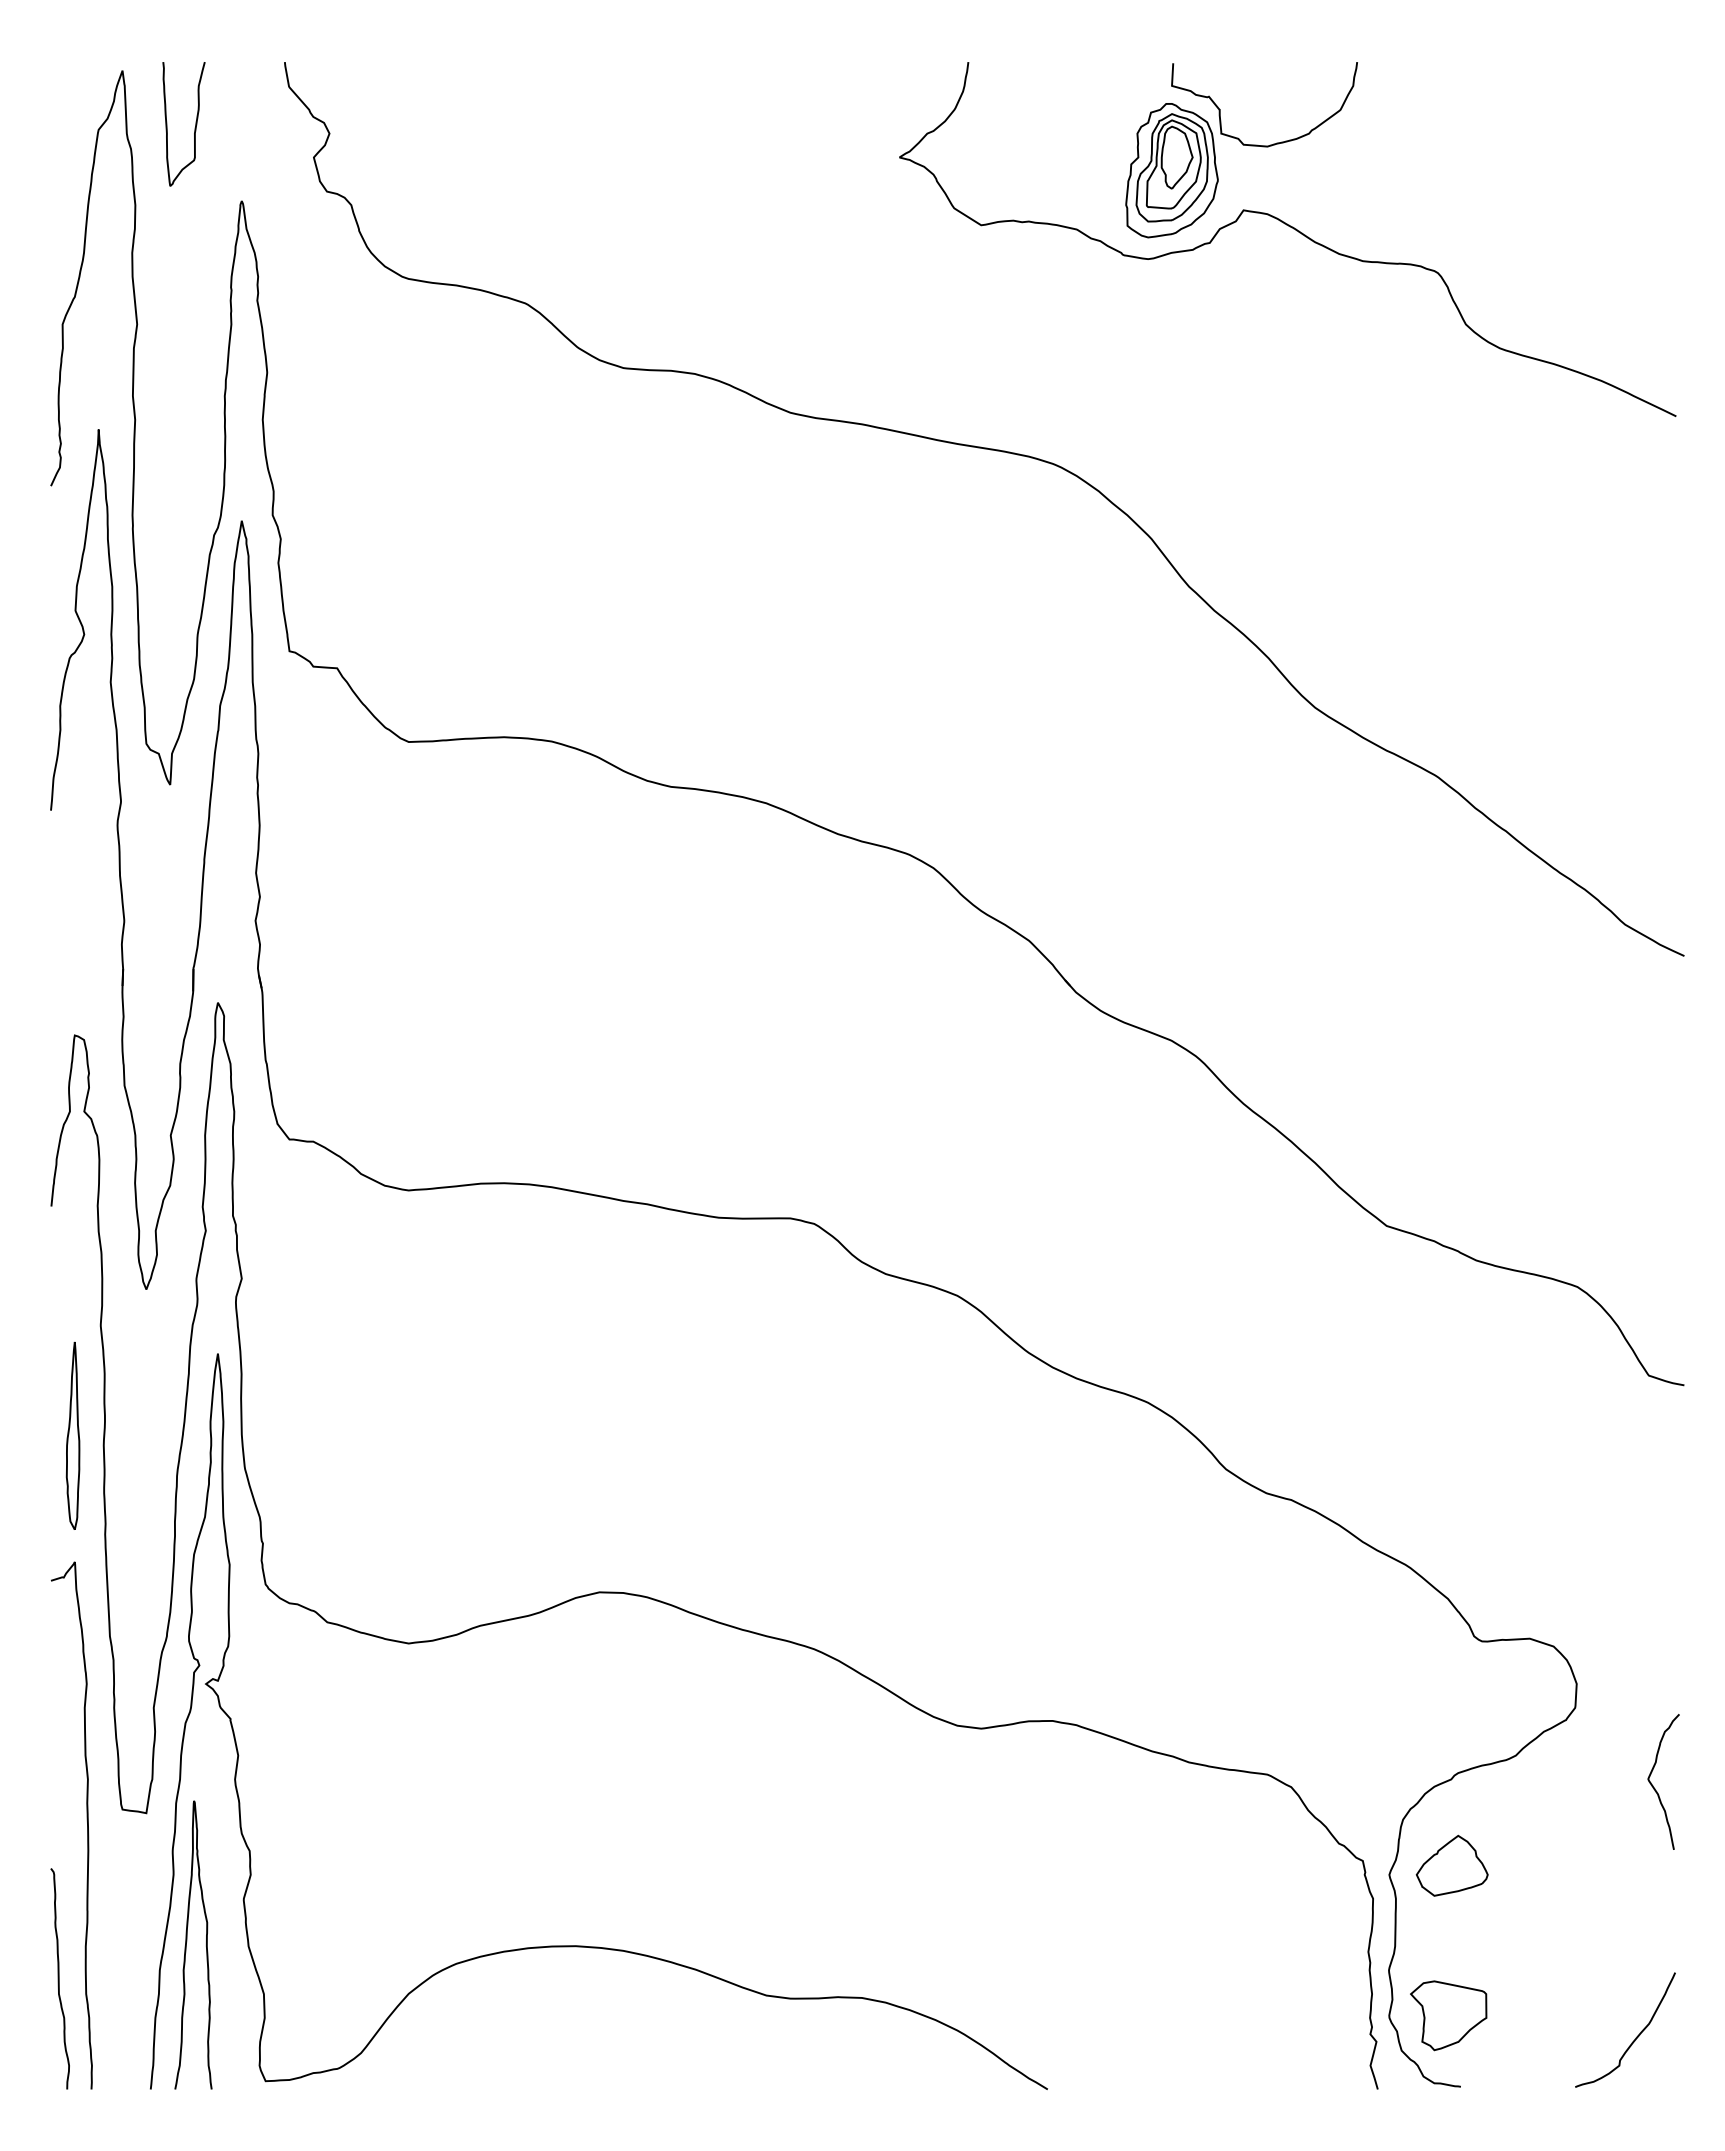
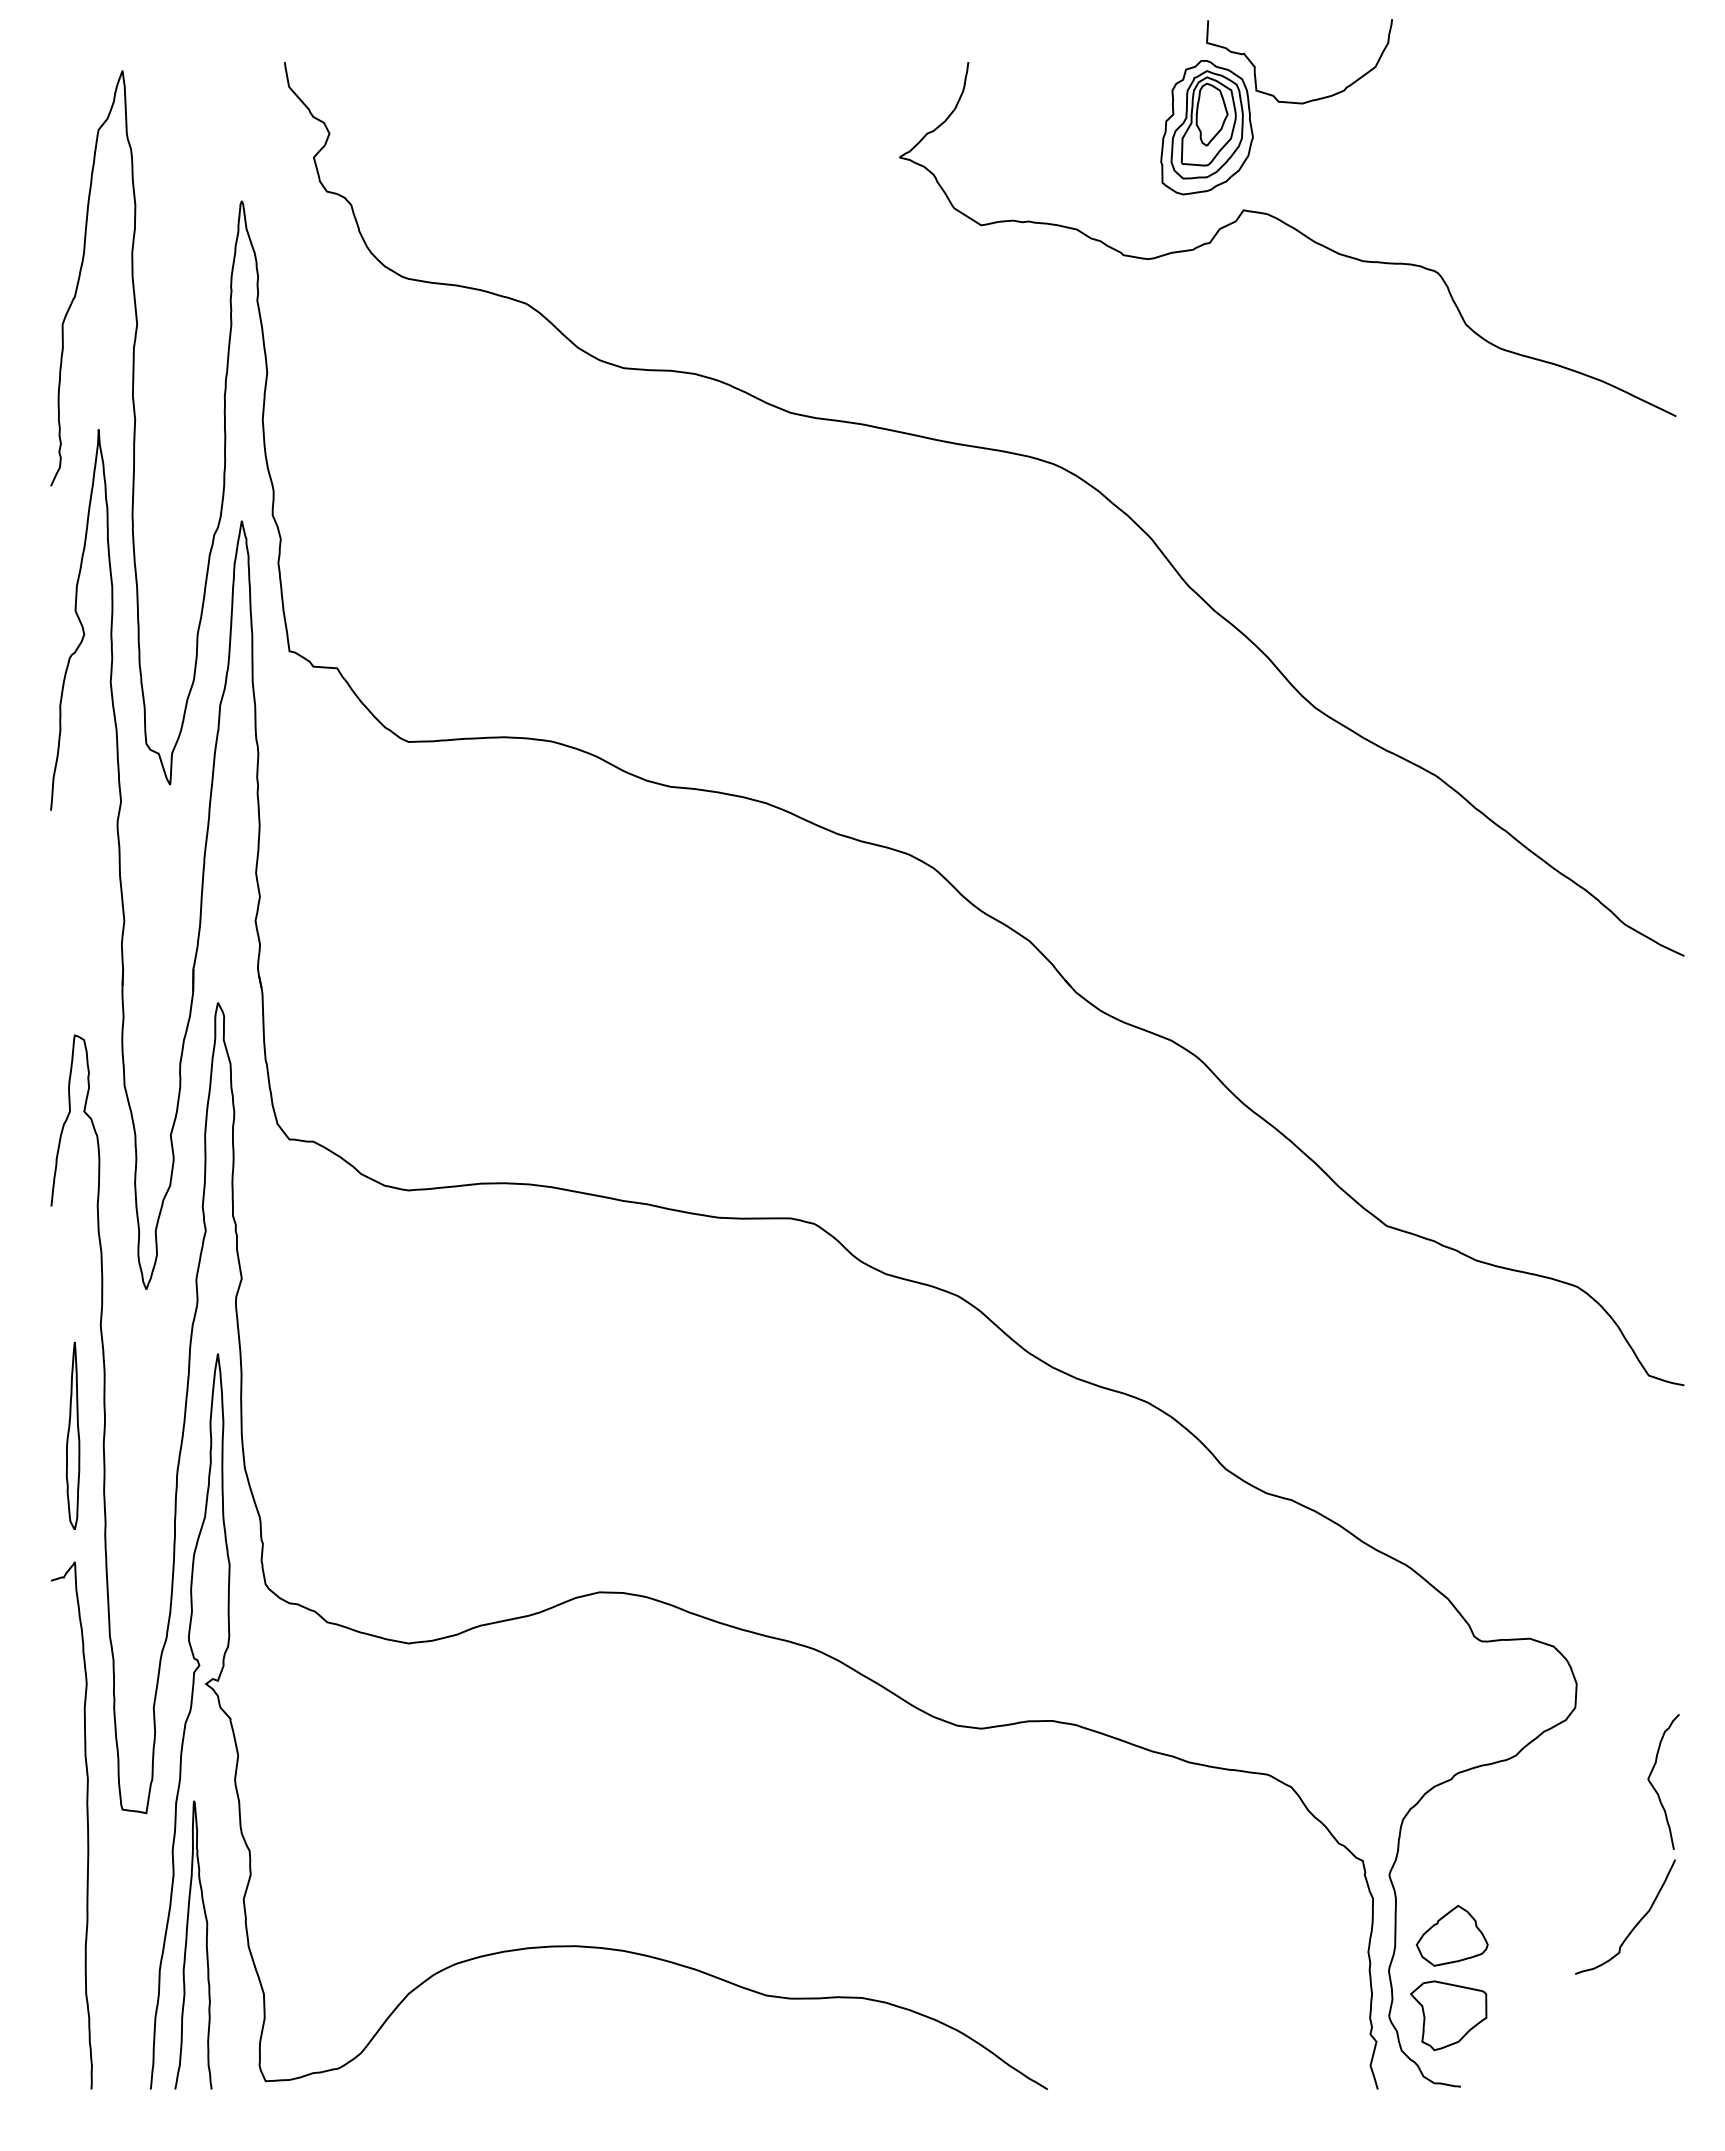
curve at (194, 127): present -> none
part at (1241, 150) position: (1241, 150) -> (1276, 107)
part at (1451, 1865) position: (1451, 1865) -> (1451, 1935)
curve at (59, 1978): present -> none
curve at (1635, 2037) position: (1635, 2037) -> (1635, 1924)
